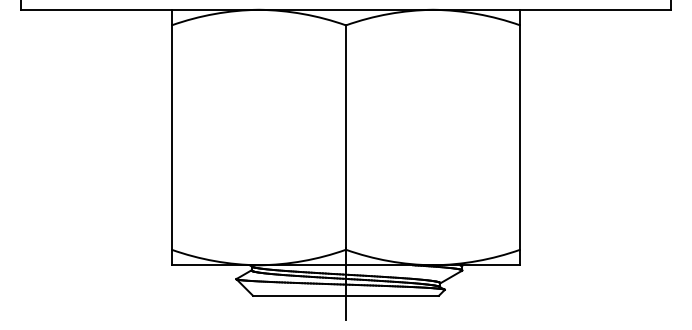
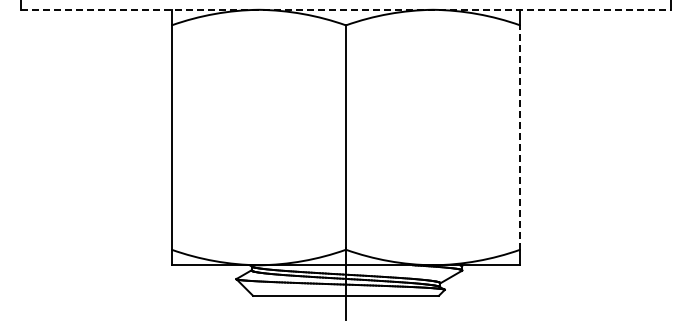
line at (346, 9): solid -> dashed
line at (520, 137): solid -> dashed
